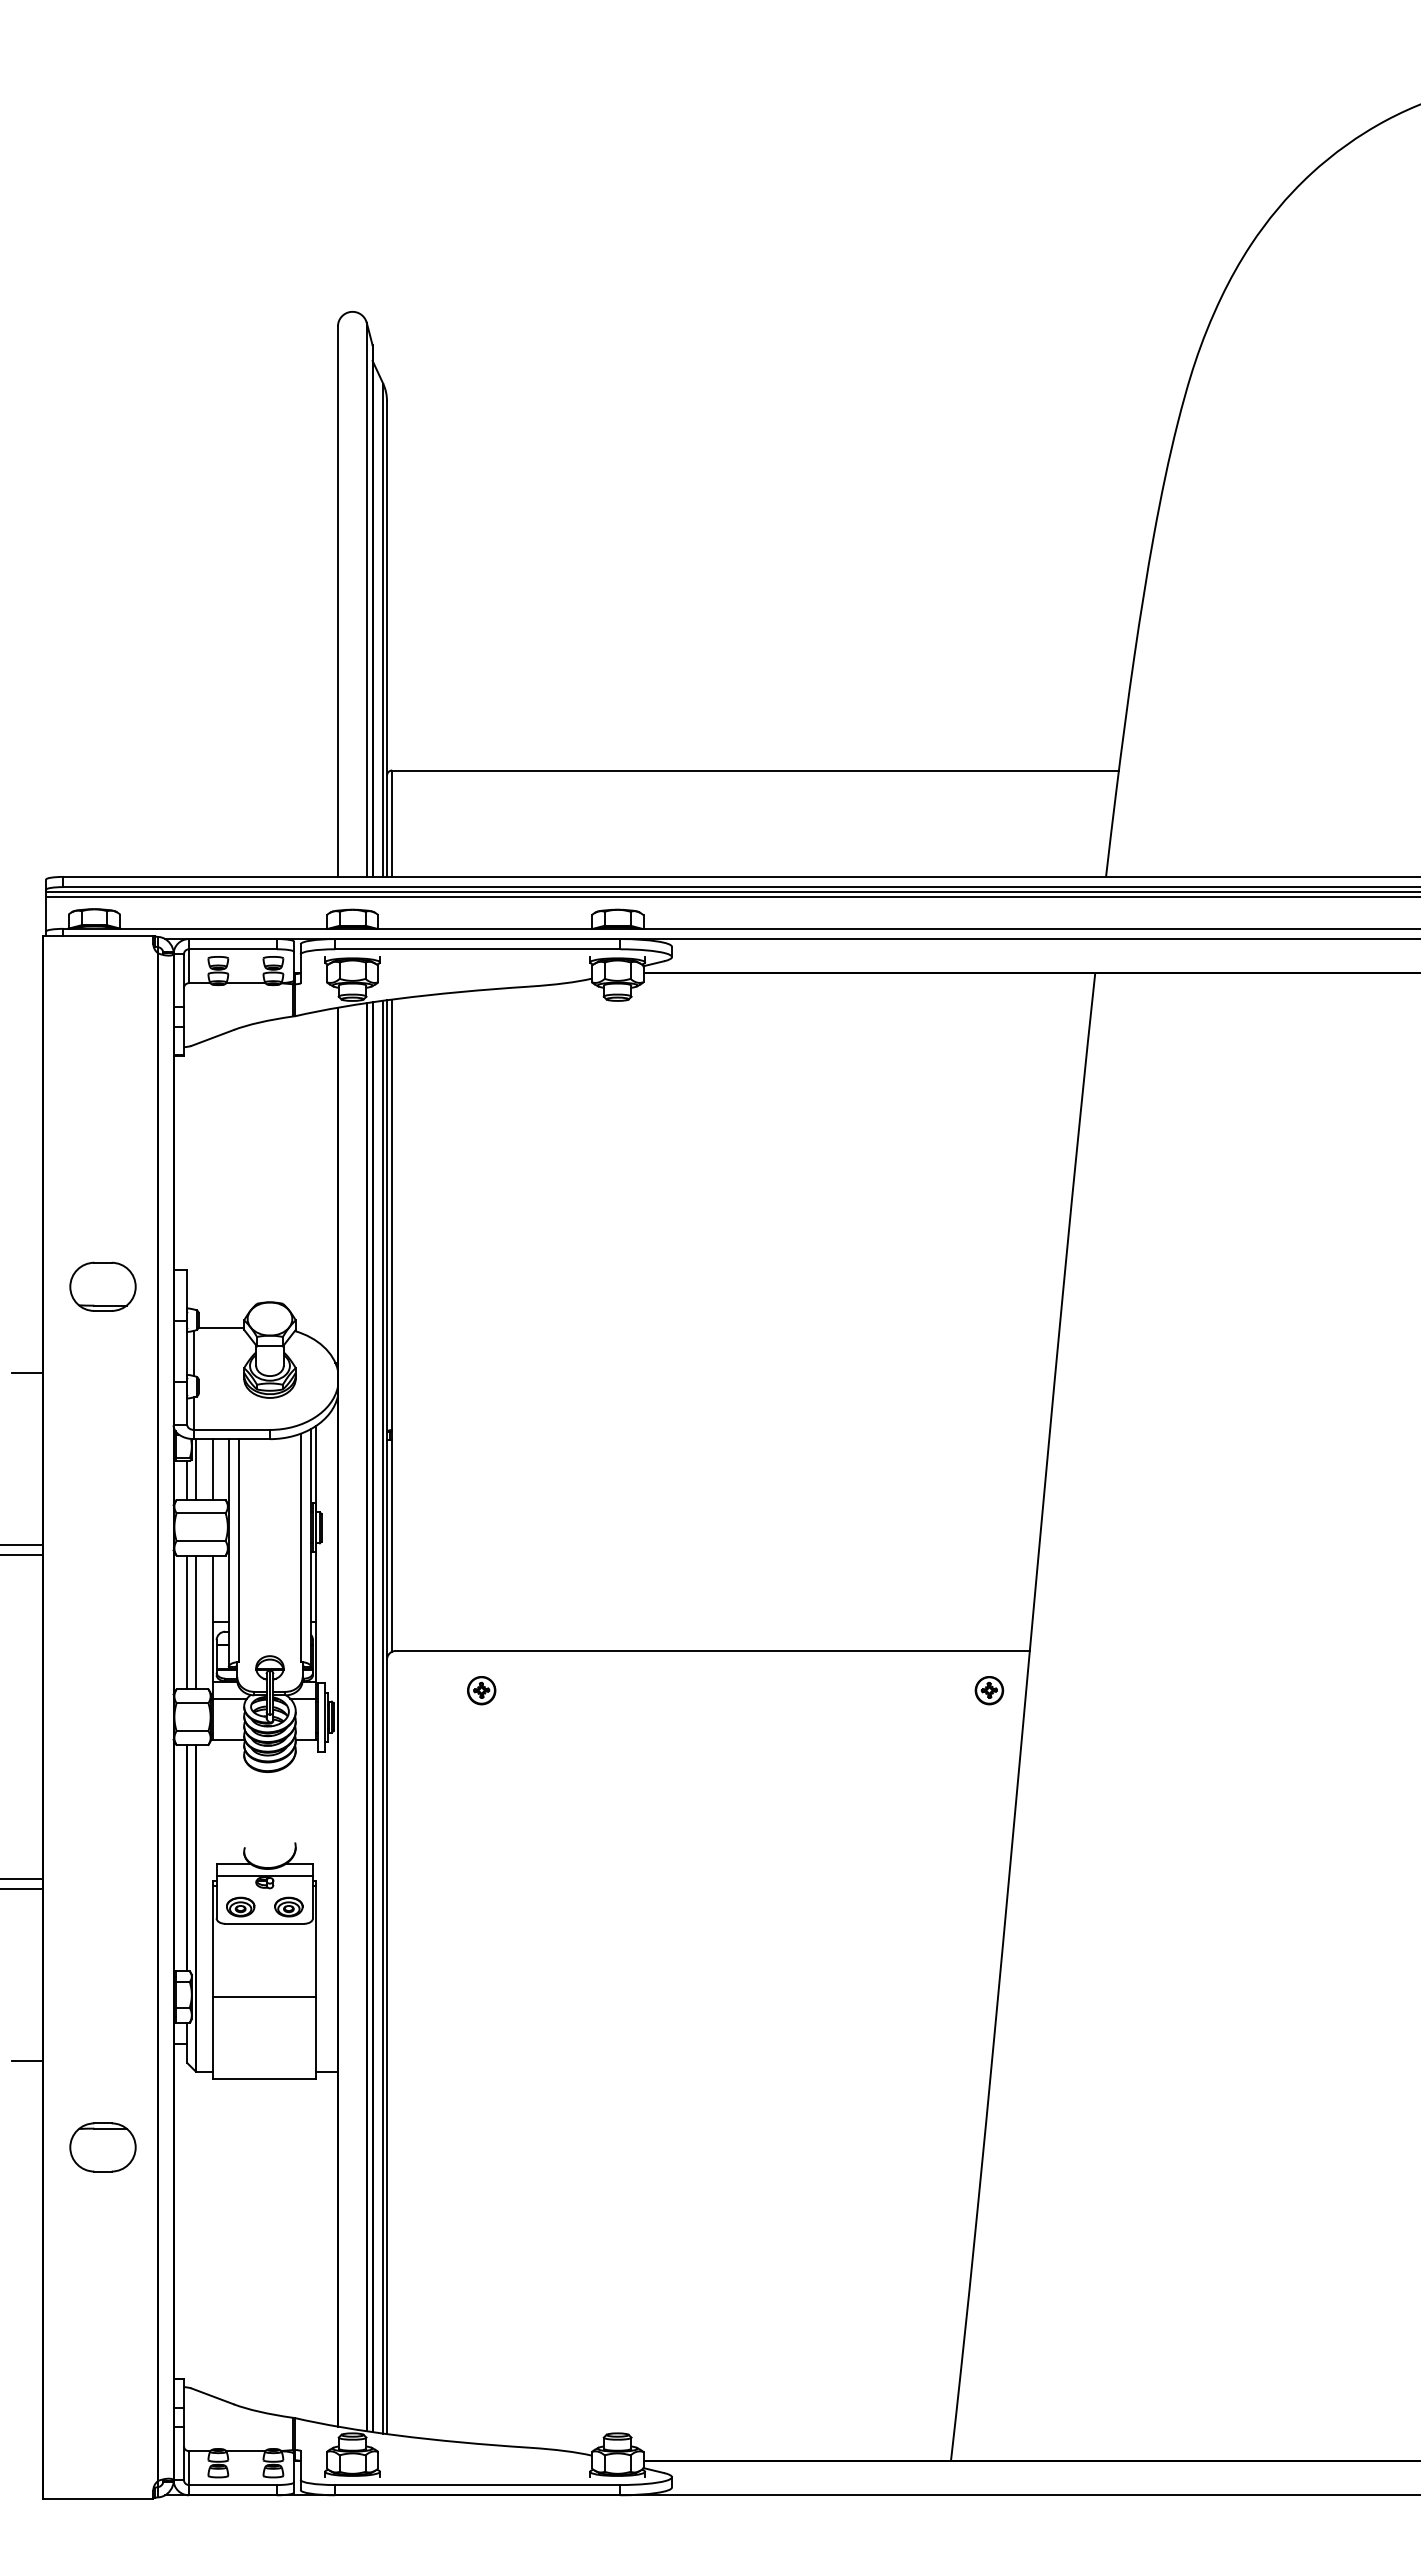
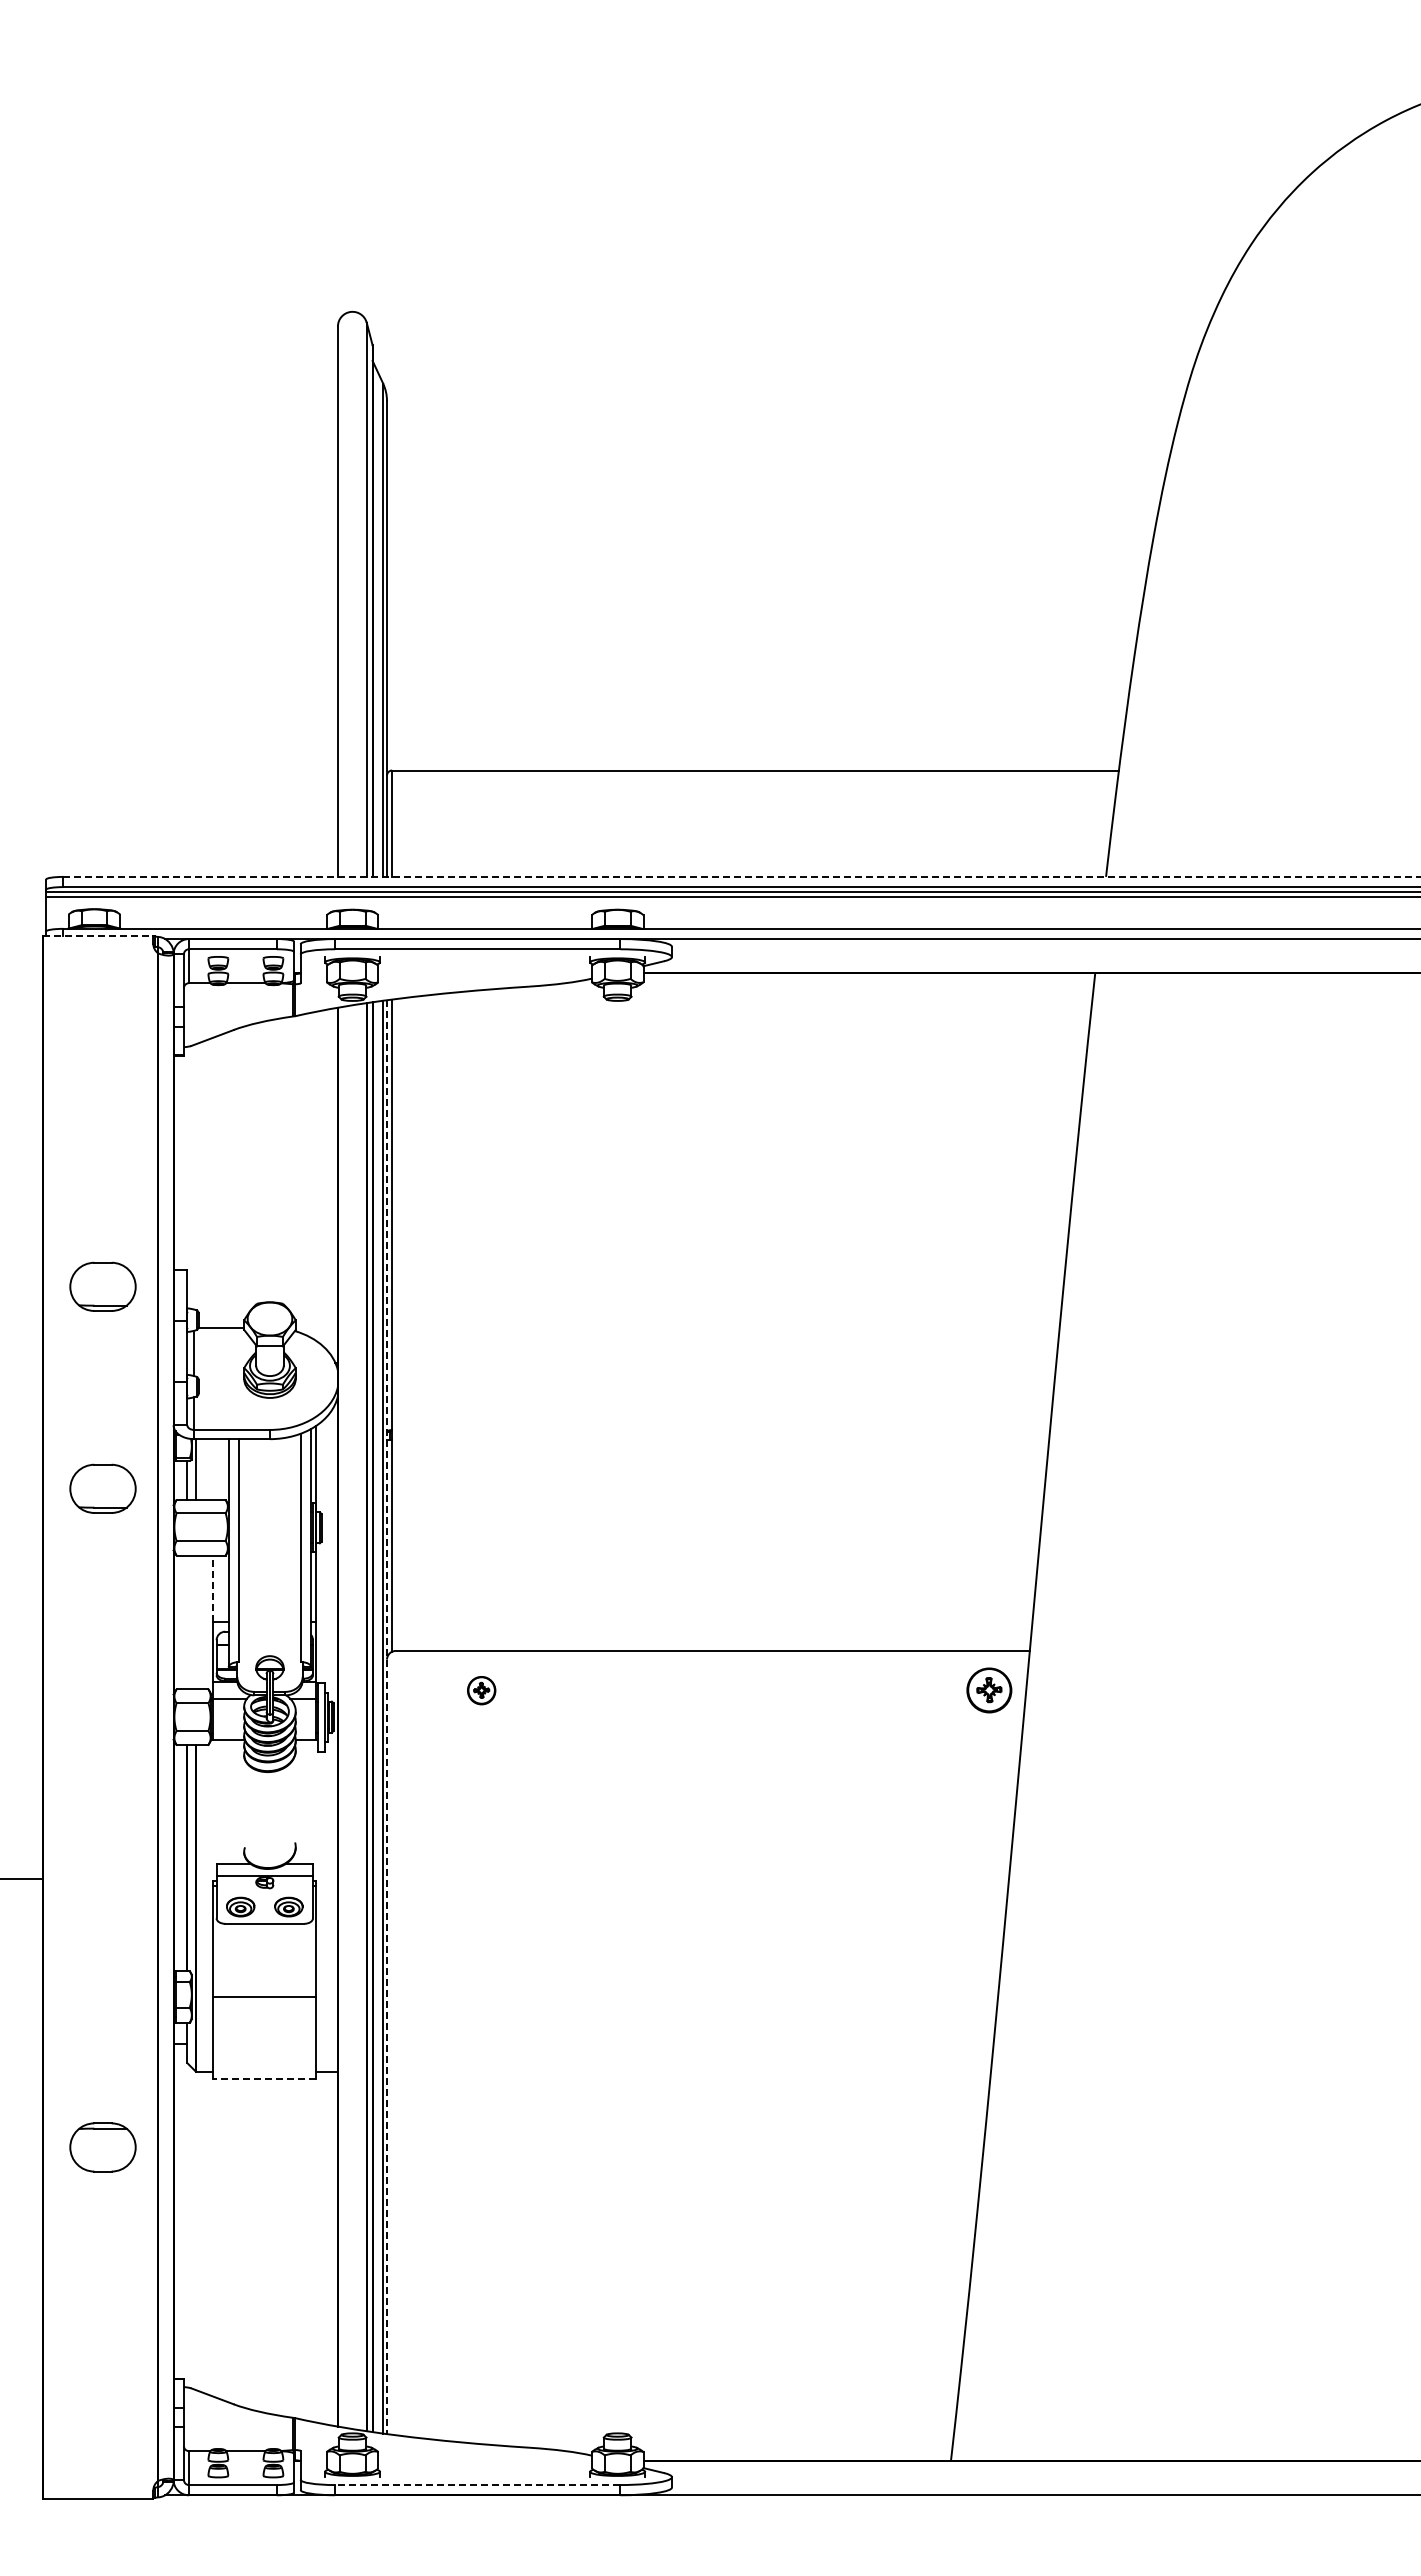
line at (742, 876): solid -> dashed
line at (98, 935): solid -> dashed
line at (27, 1372): present -> none
line at (213, 1469): present -> none
part at (102, 1488): none -> present
line at (22, 1545): present -> none
line at (22, 1555): present -> none
line at (213, 1588): solid -> dashed
line at (187, 1622): present -> none
line at (195, 1622): present -> none
part at (989, 1690) size: 31x30 px -> 47x47 px
line at (387, 1717): solid -> dashed
line at (22, 1889): present -> none
line at (27, 2061): present -> none
line at (264, 2078): solid -> dashed
line at (477, 2485): solid -> dashed
